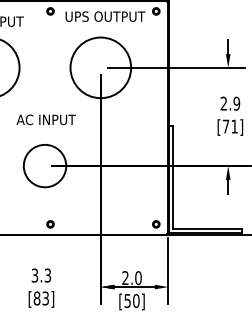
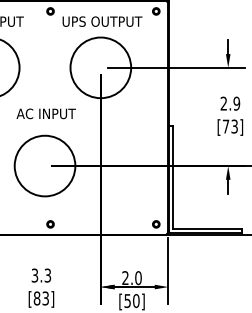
text at (105, 16) position: (105, 16) -> (102, 21)
text at (45, 119) position: (45, 119) -> (45, 113)
text at (234, 126): [71] -> [73]
circle at (44, 165) diameter: 42 px -> 61 px
